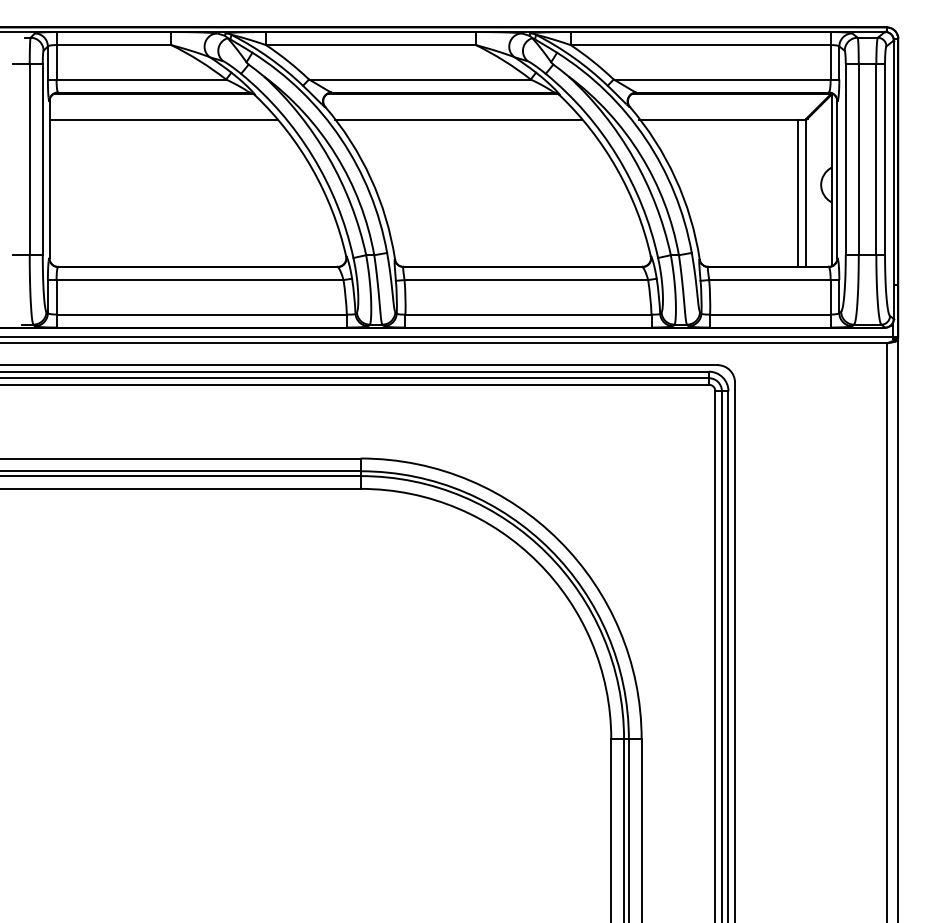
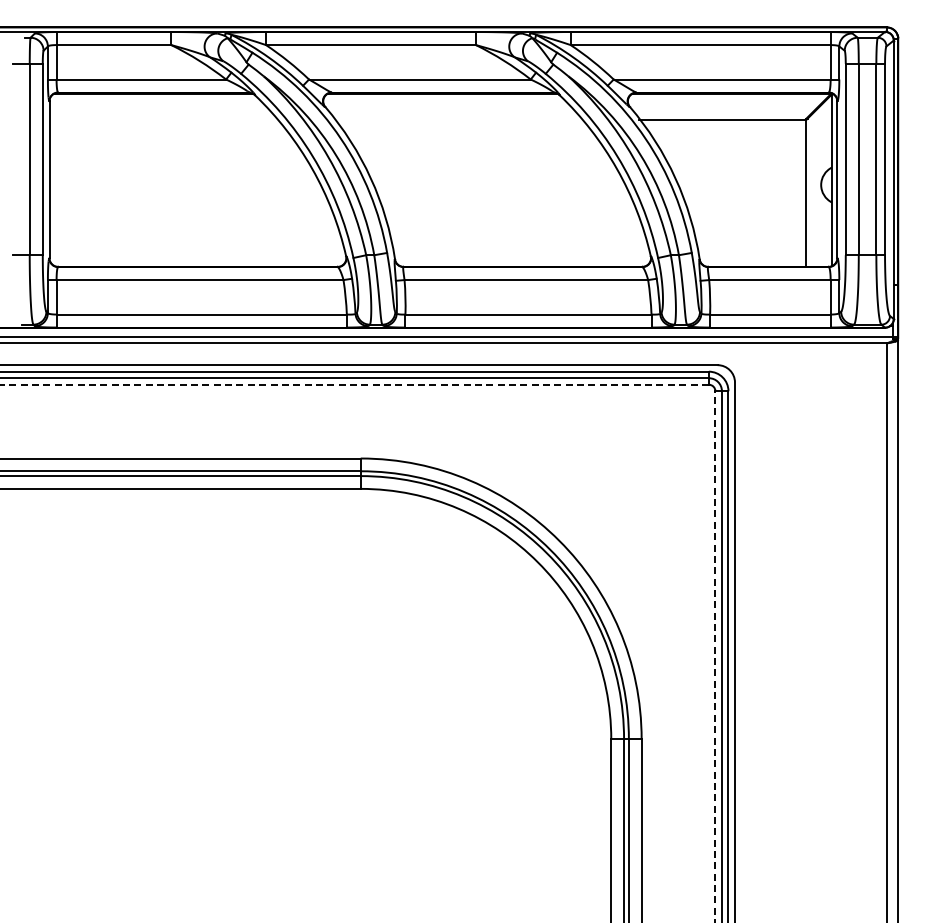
line at (163, 119): present -> none
line at (457, 119): present -> none
line at (798, 192): present -> none
line at (354, 384): solid -> dashed
line at (715, 656): solid -> dashed
